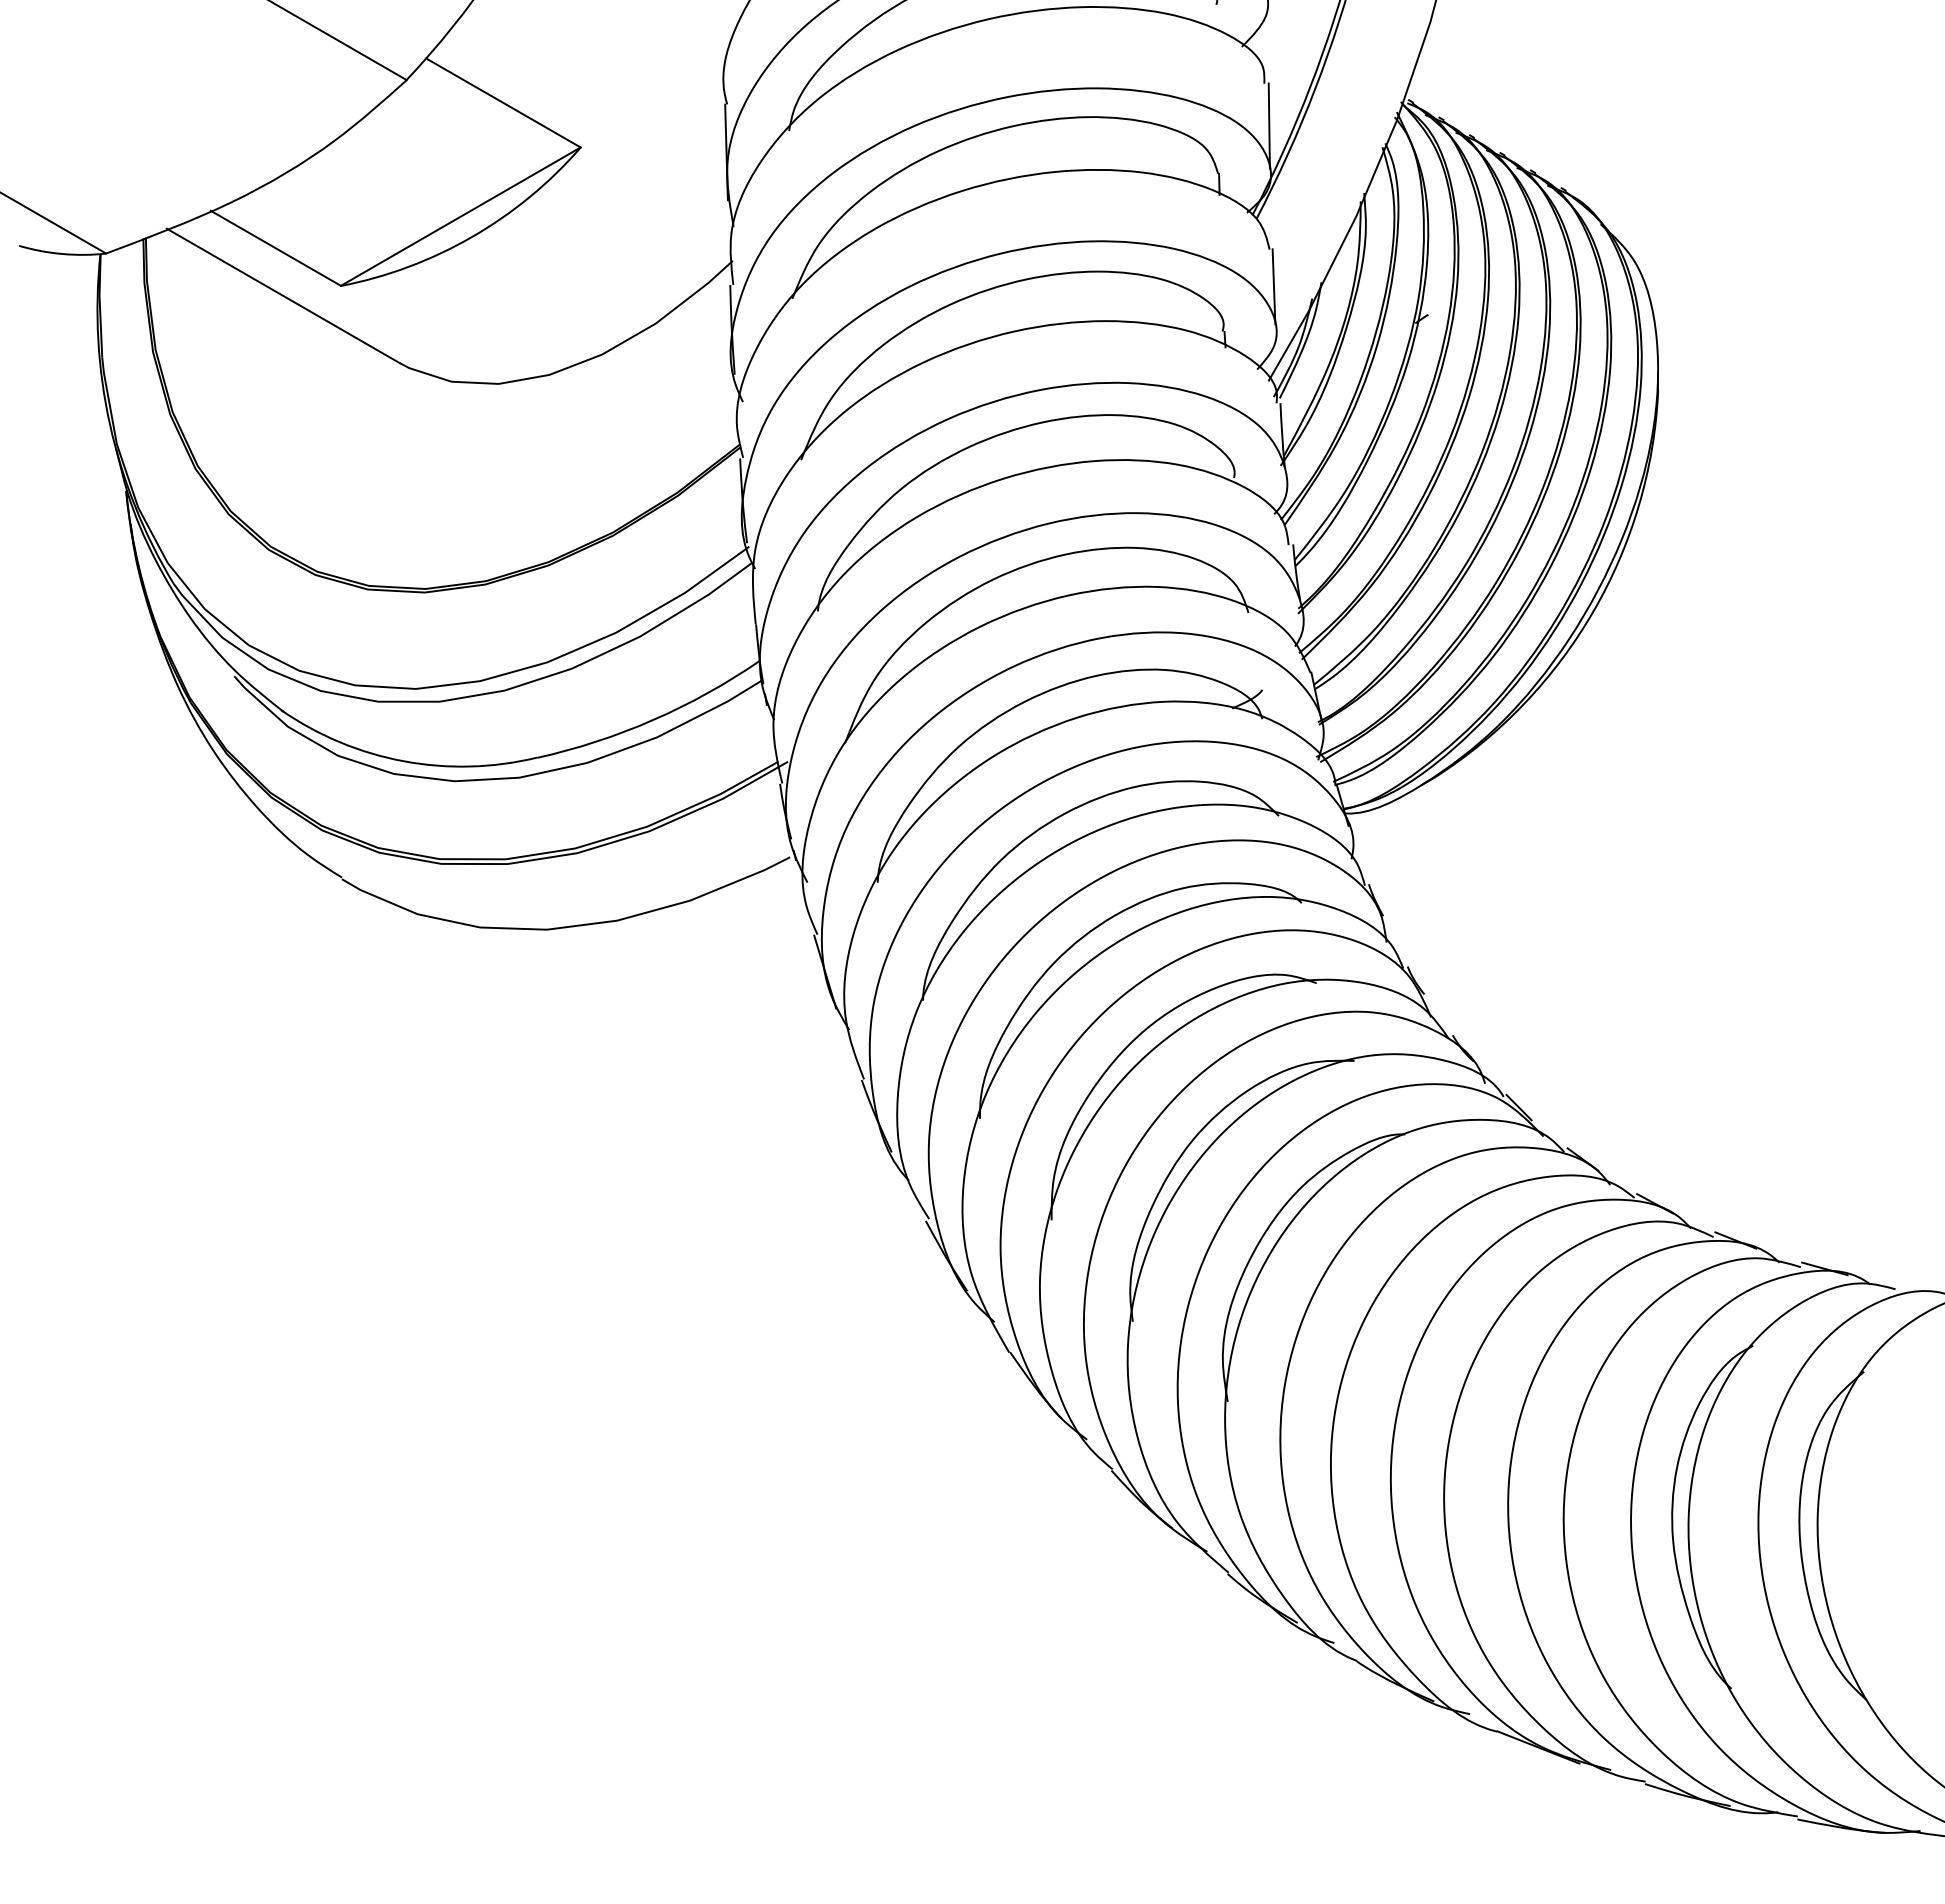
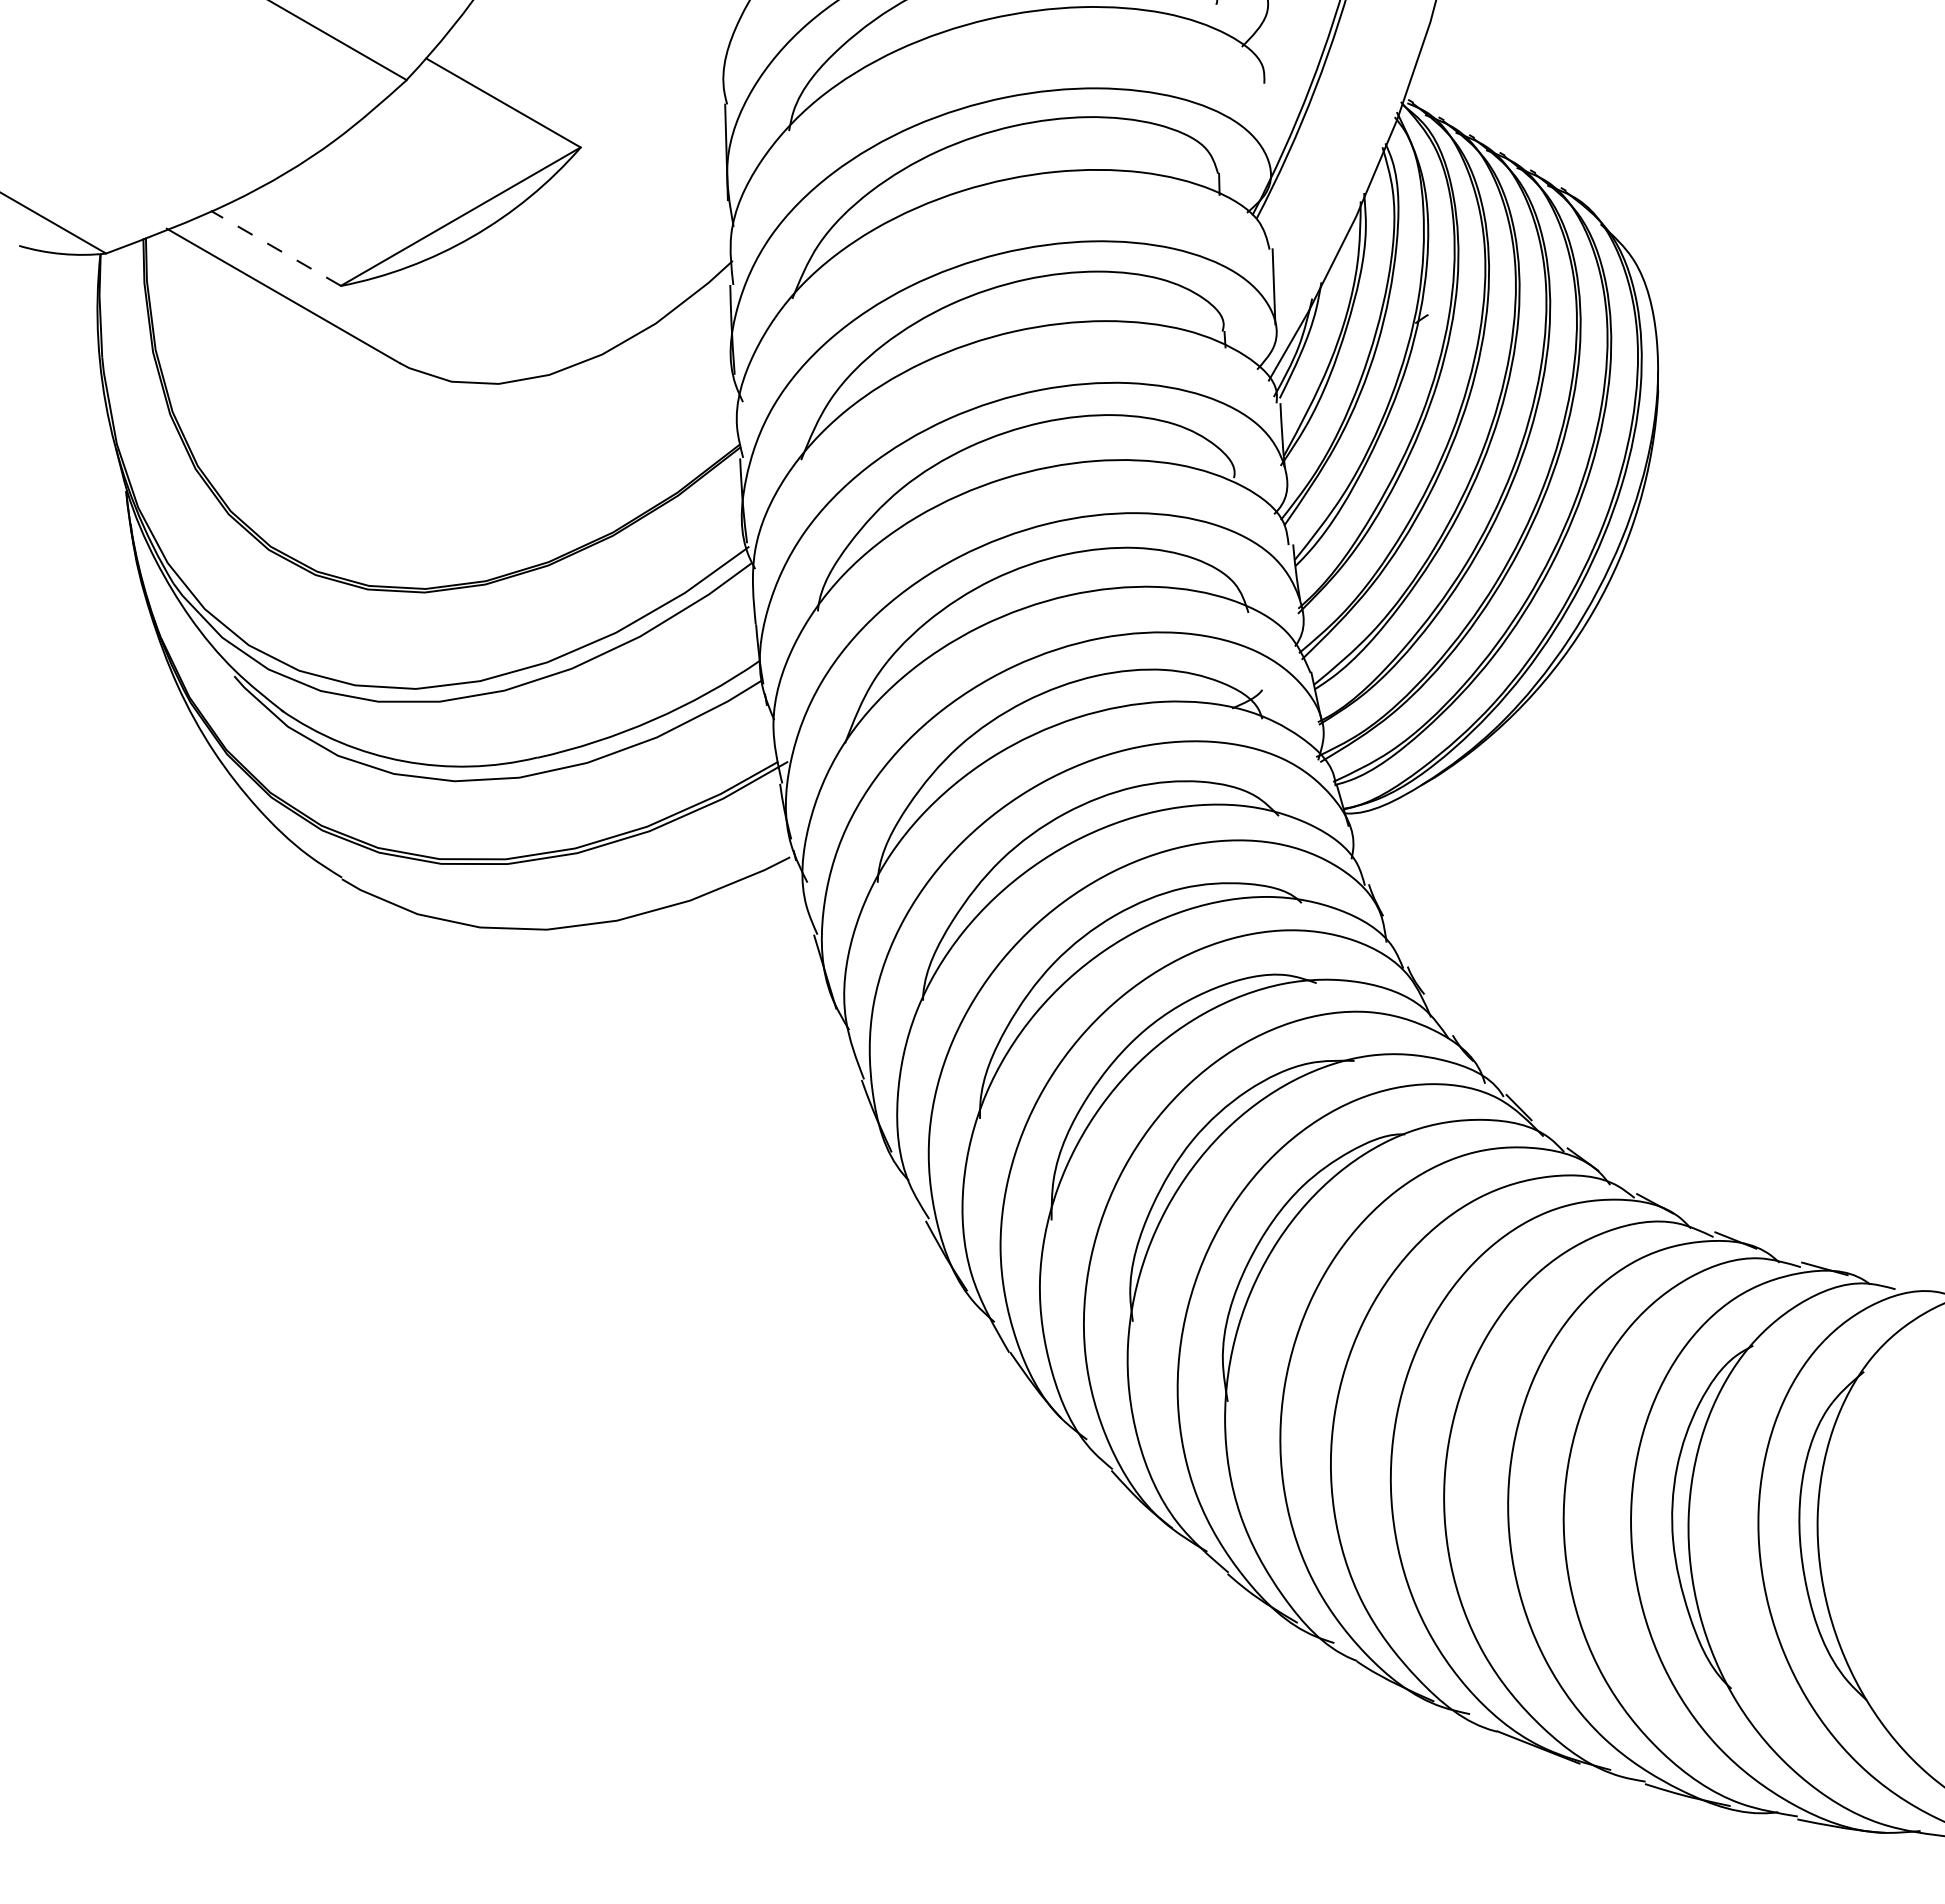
line at (1268, 125): present -> none
line at (275, 248): solid -> dashed
